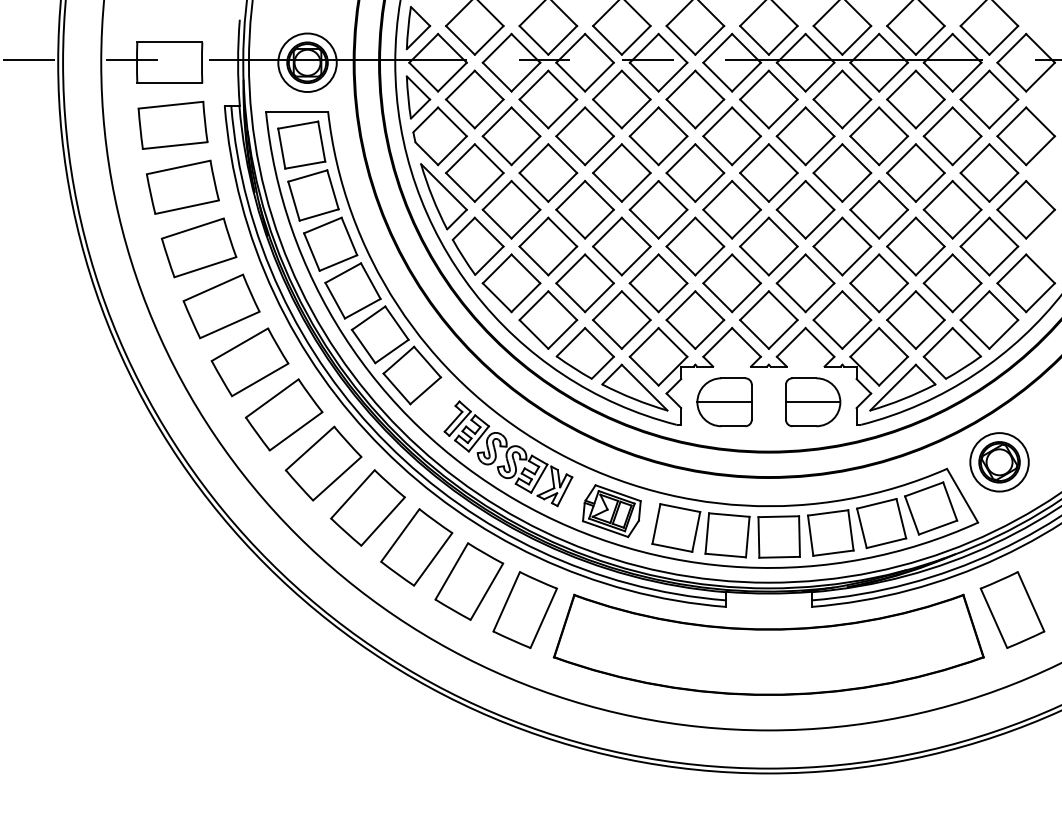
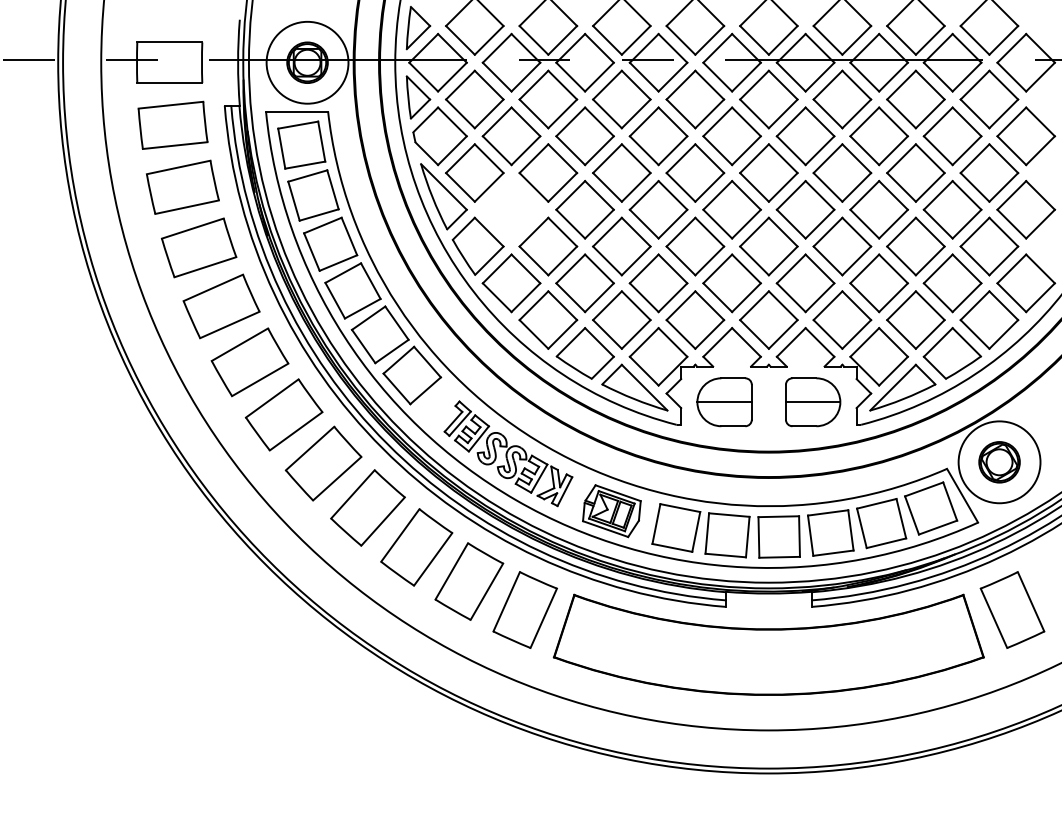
circle at (307, 62) diameter: 58 px -> 82 px
part at (511, 209): present -> none
circle at (999, 462) diameter: 58 px -> 82 px
